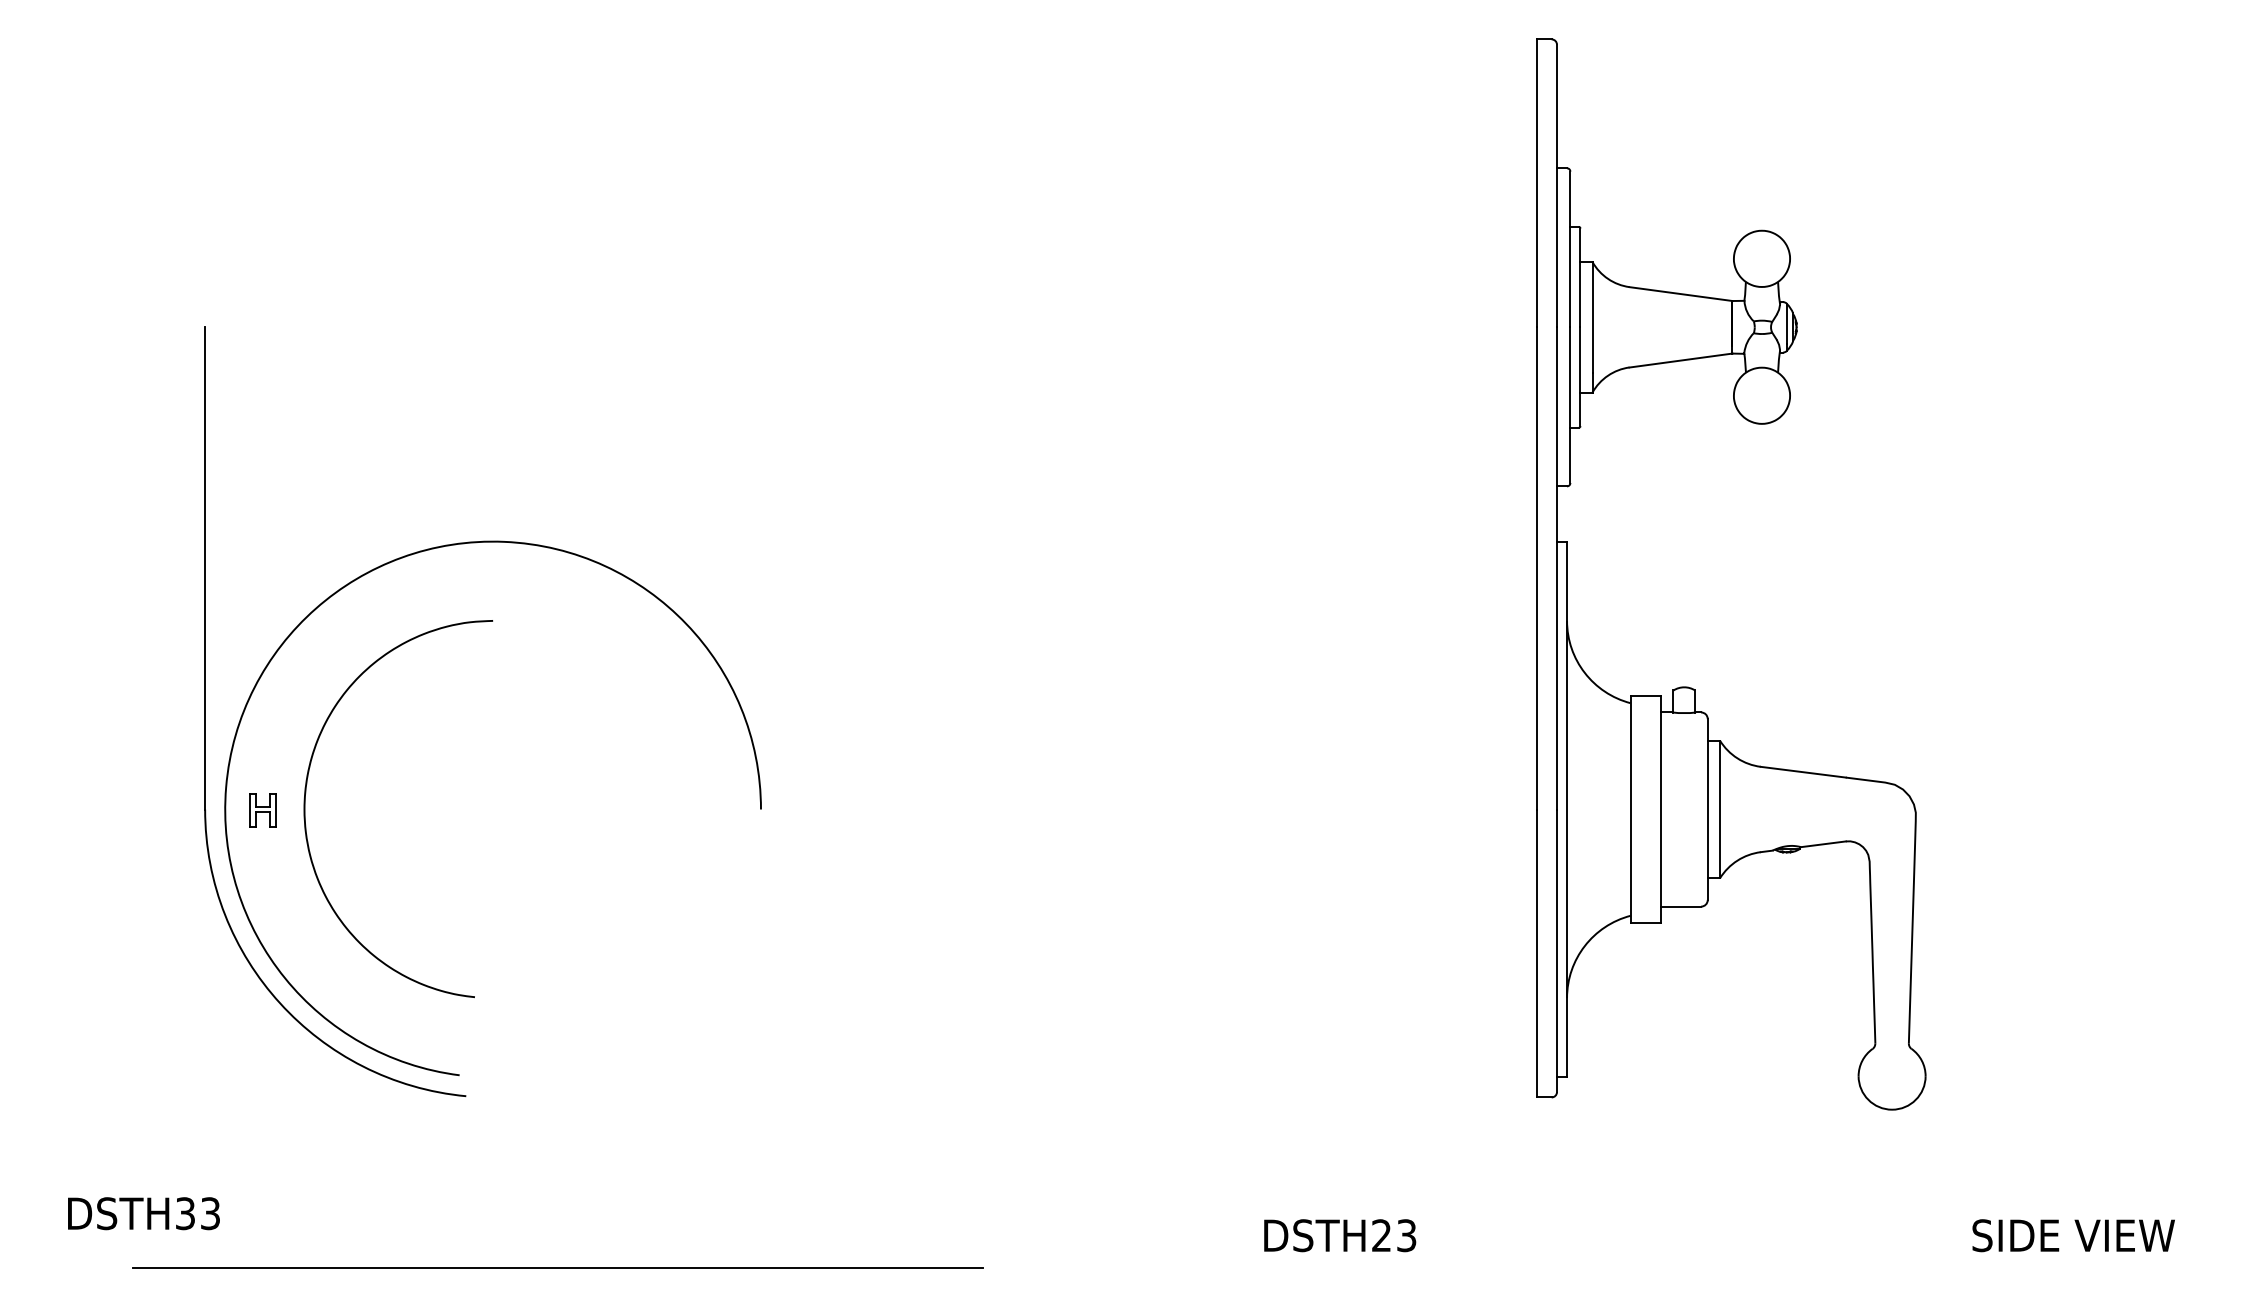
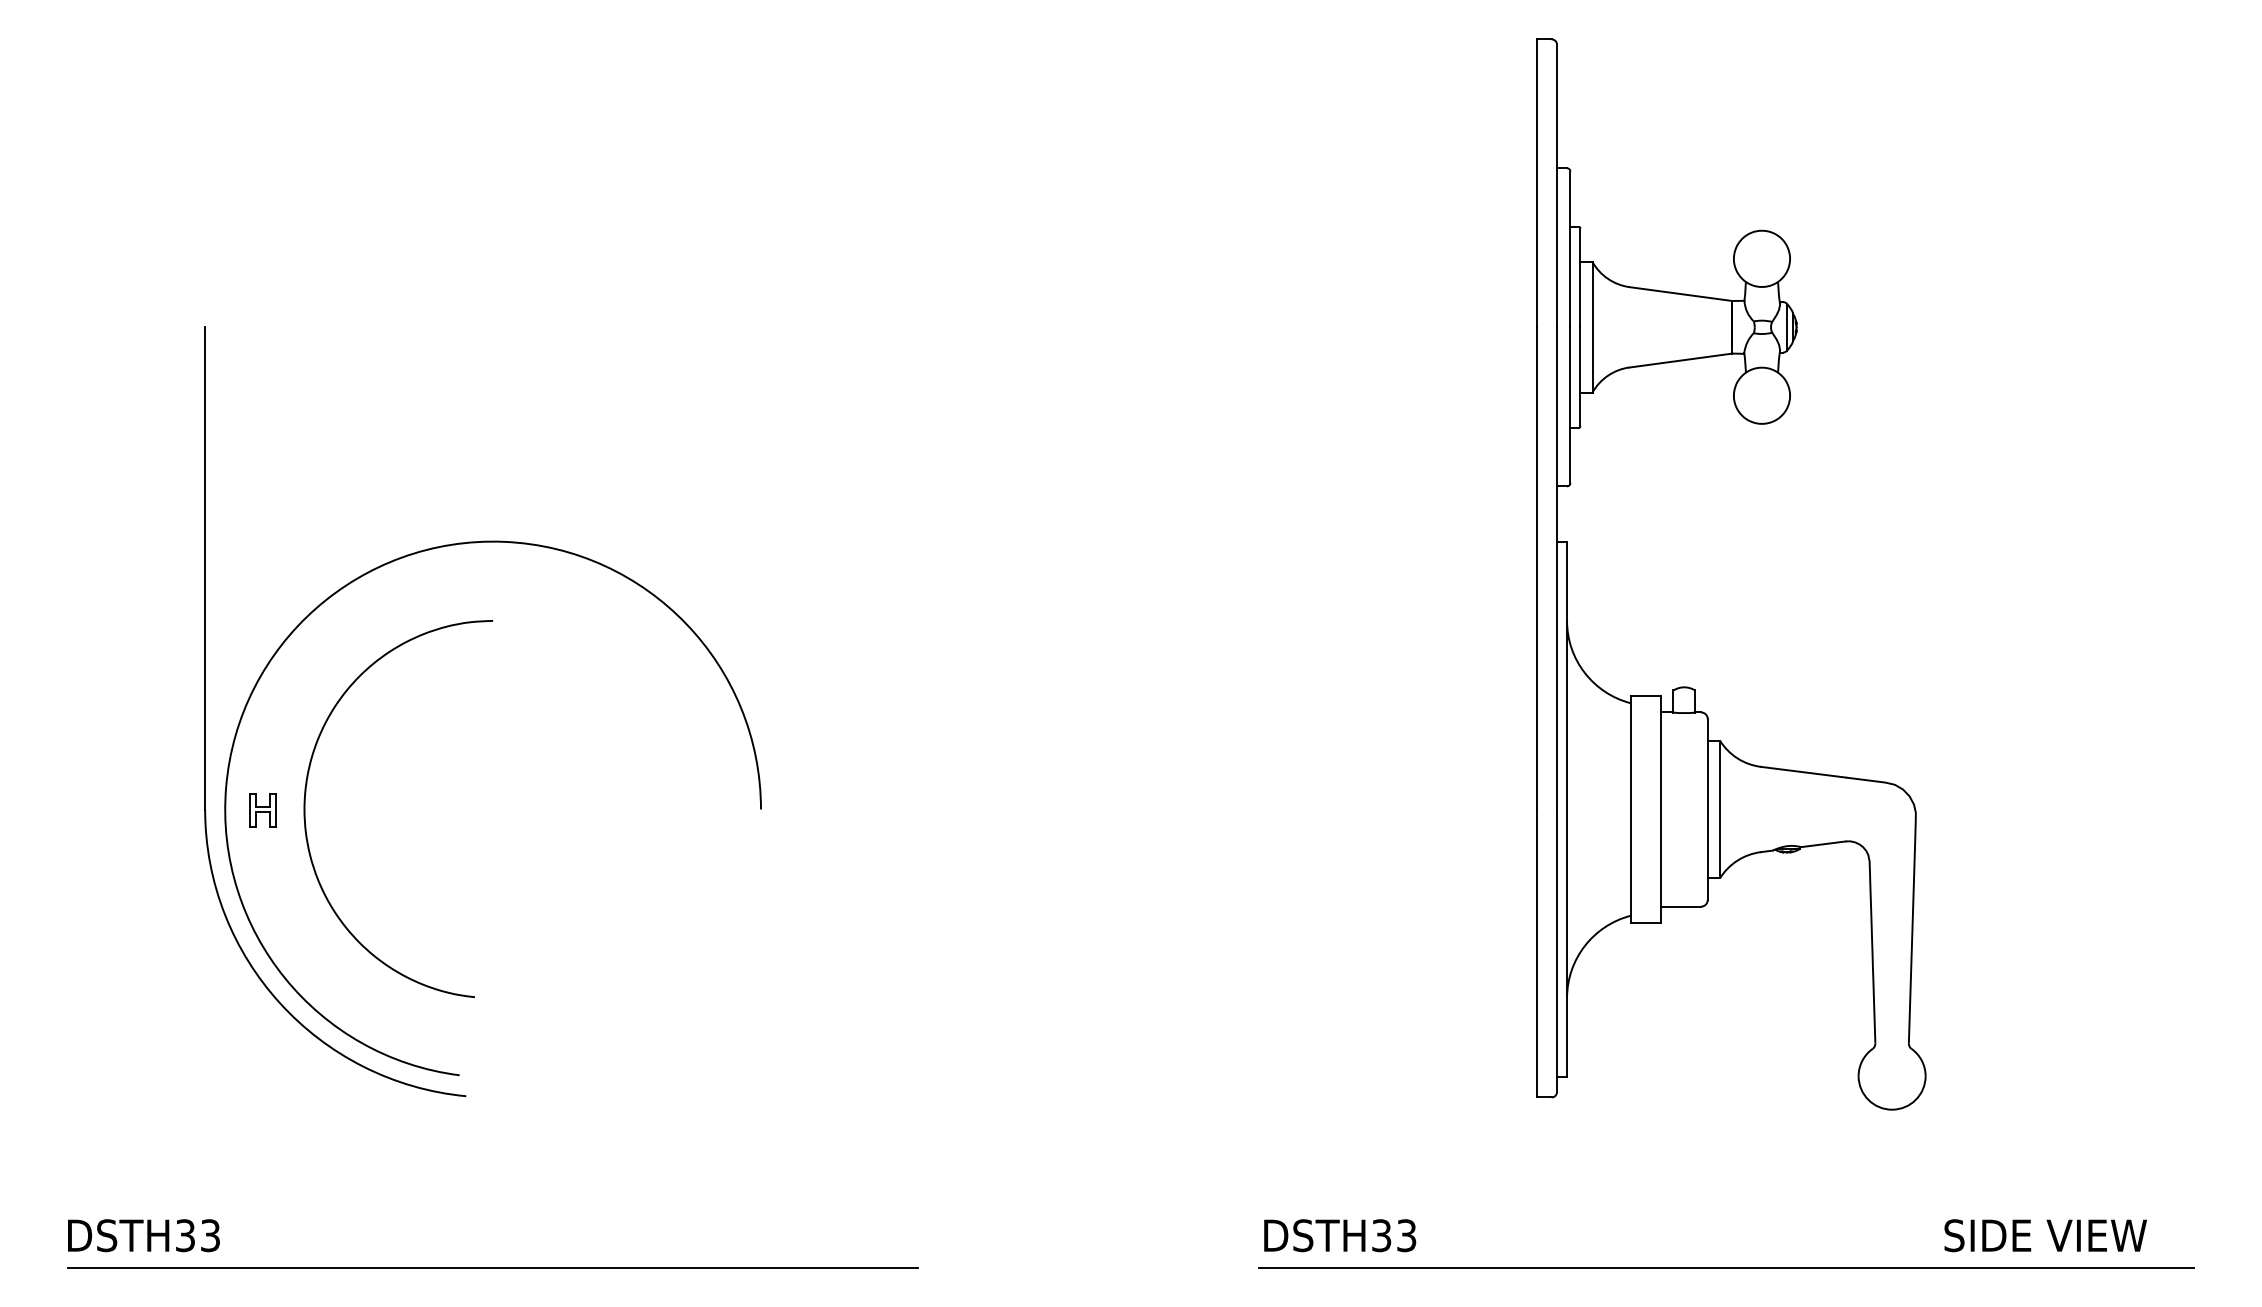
text at (143, 1213) position: (143, 1213) -> (143, 1235)
text at (1381, 1235): DSTH23 -> DSTH33
text at (2073, 1235) position: (2073, 1235) -> (2045, 1235)
line at (557, 1267) position: (557, 1267) -> (492, 1267)
line at (1726, 1267): none -> present
